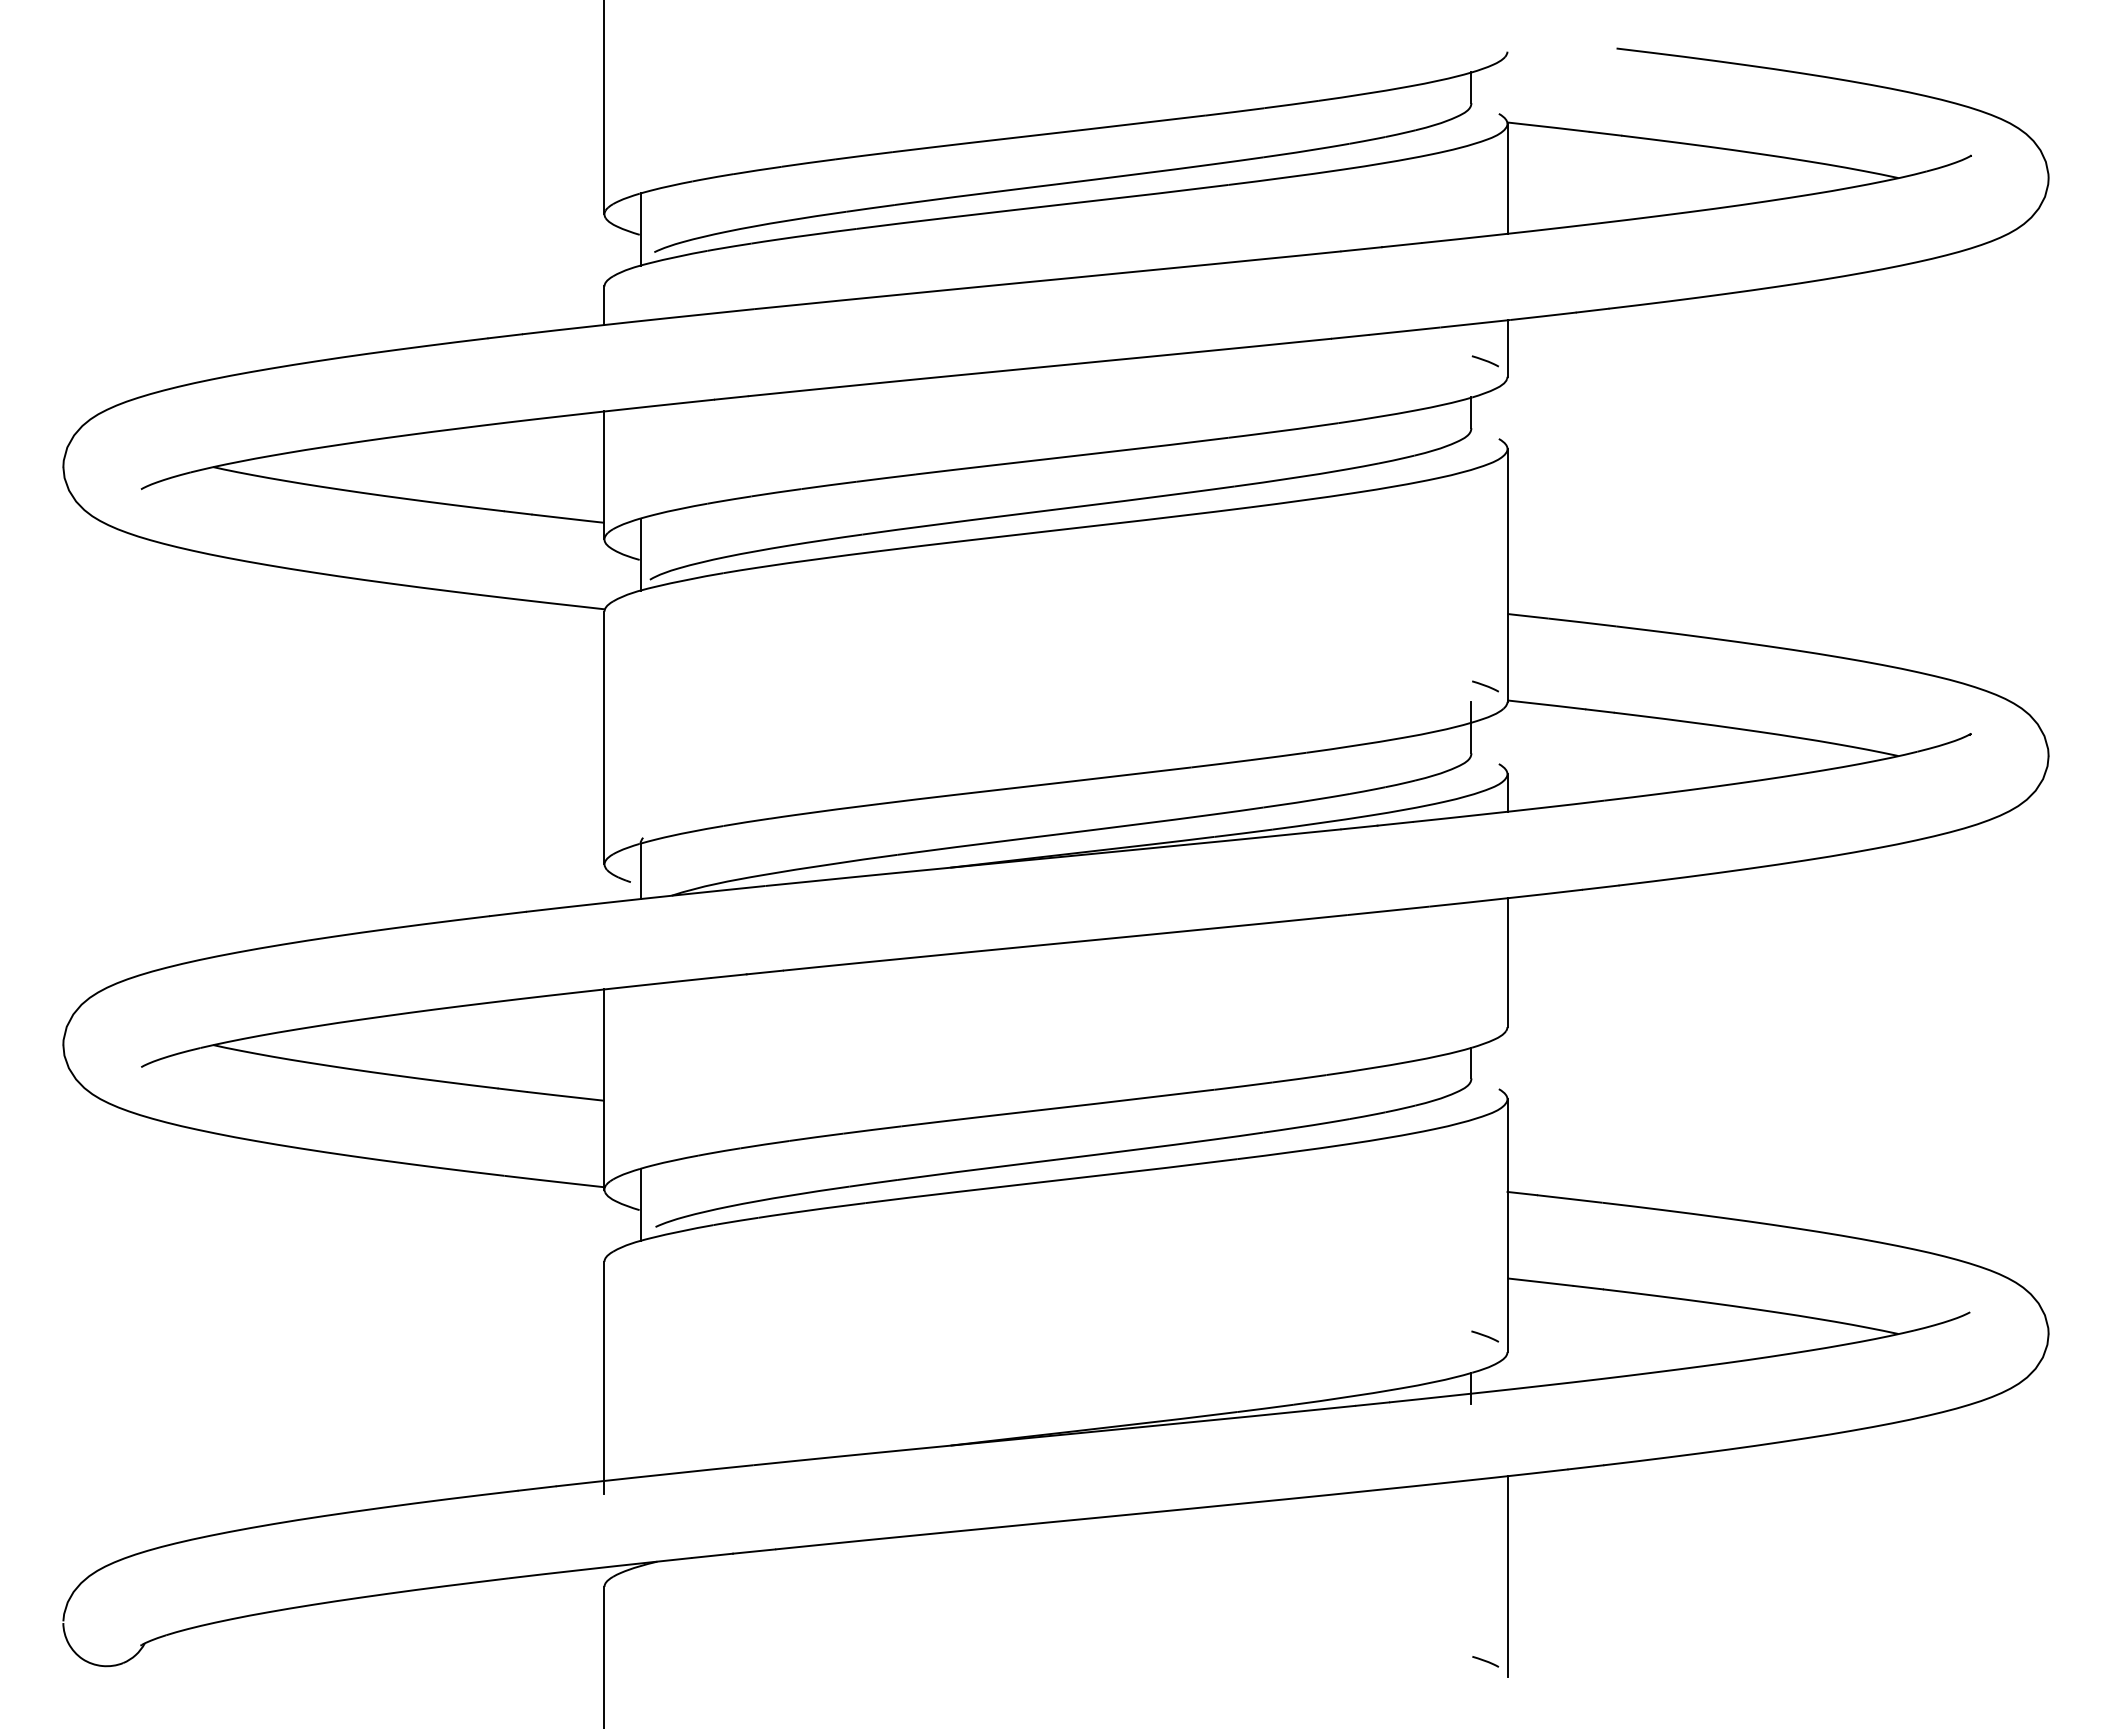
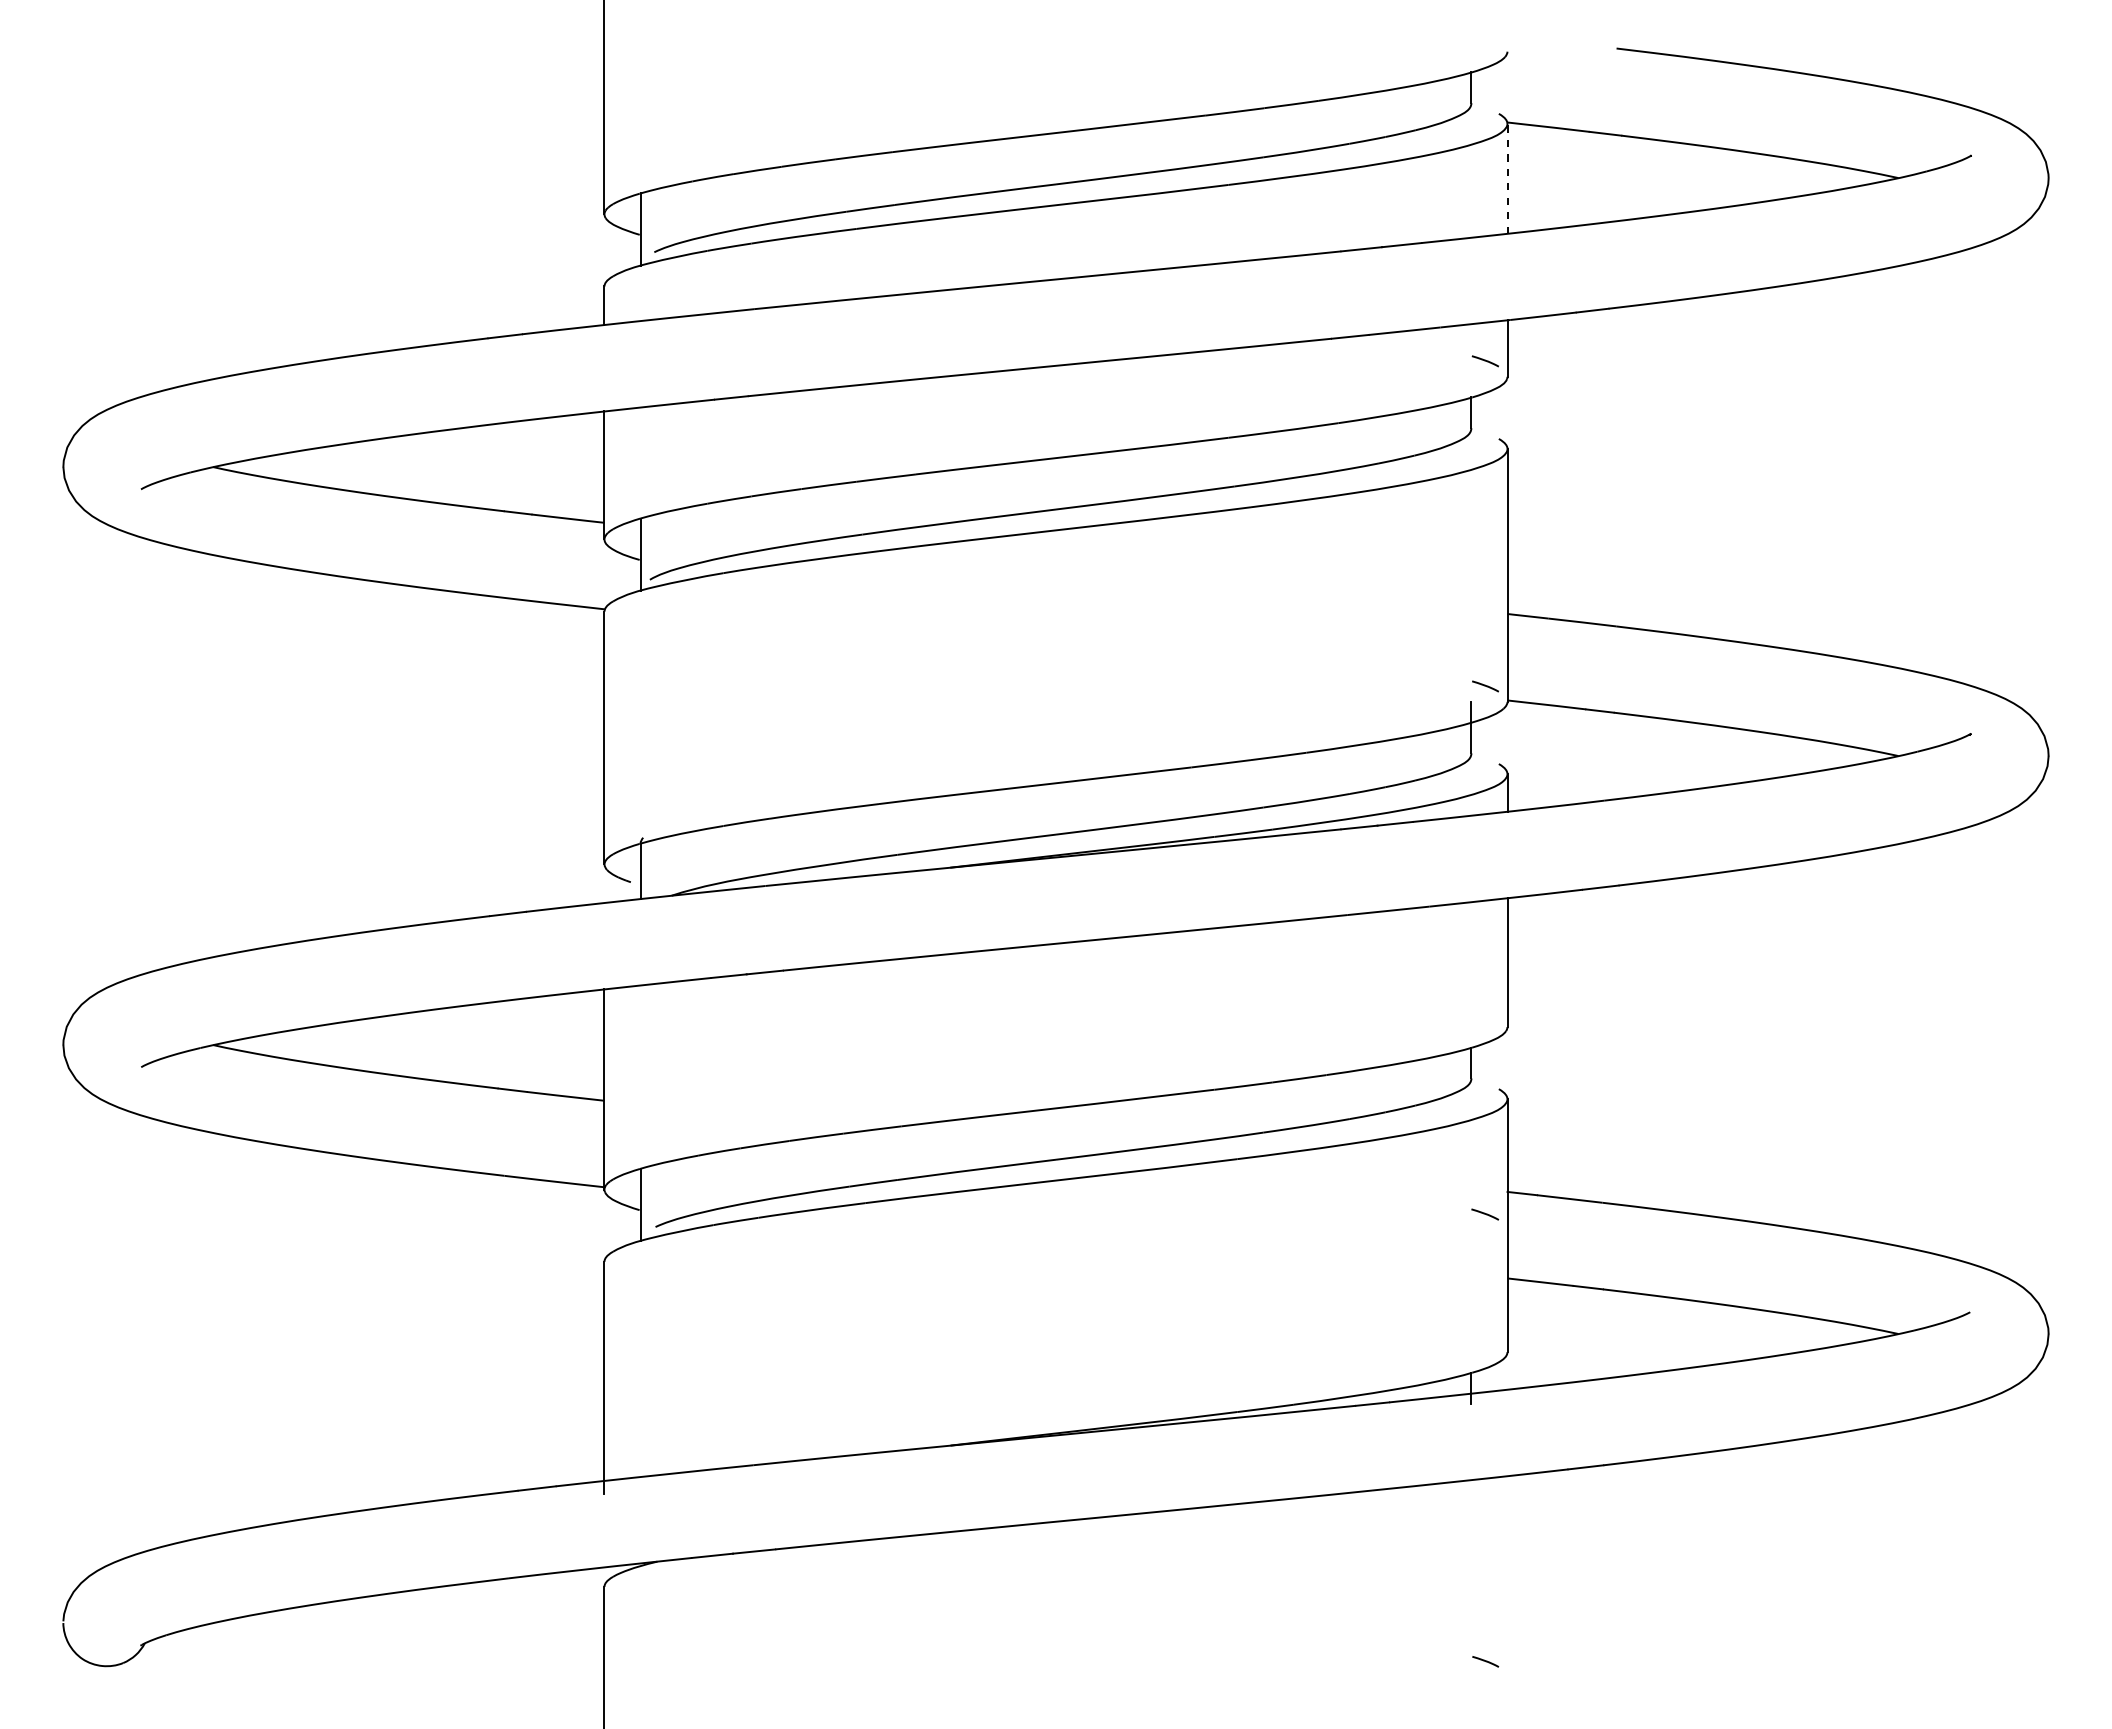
line at (1507, 178): solid -> dashed
line at (1485, 1336) position: (1485, 1336) -> (1485, 1214)
line at (1507, 1576): present -> none
